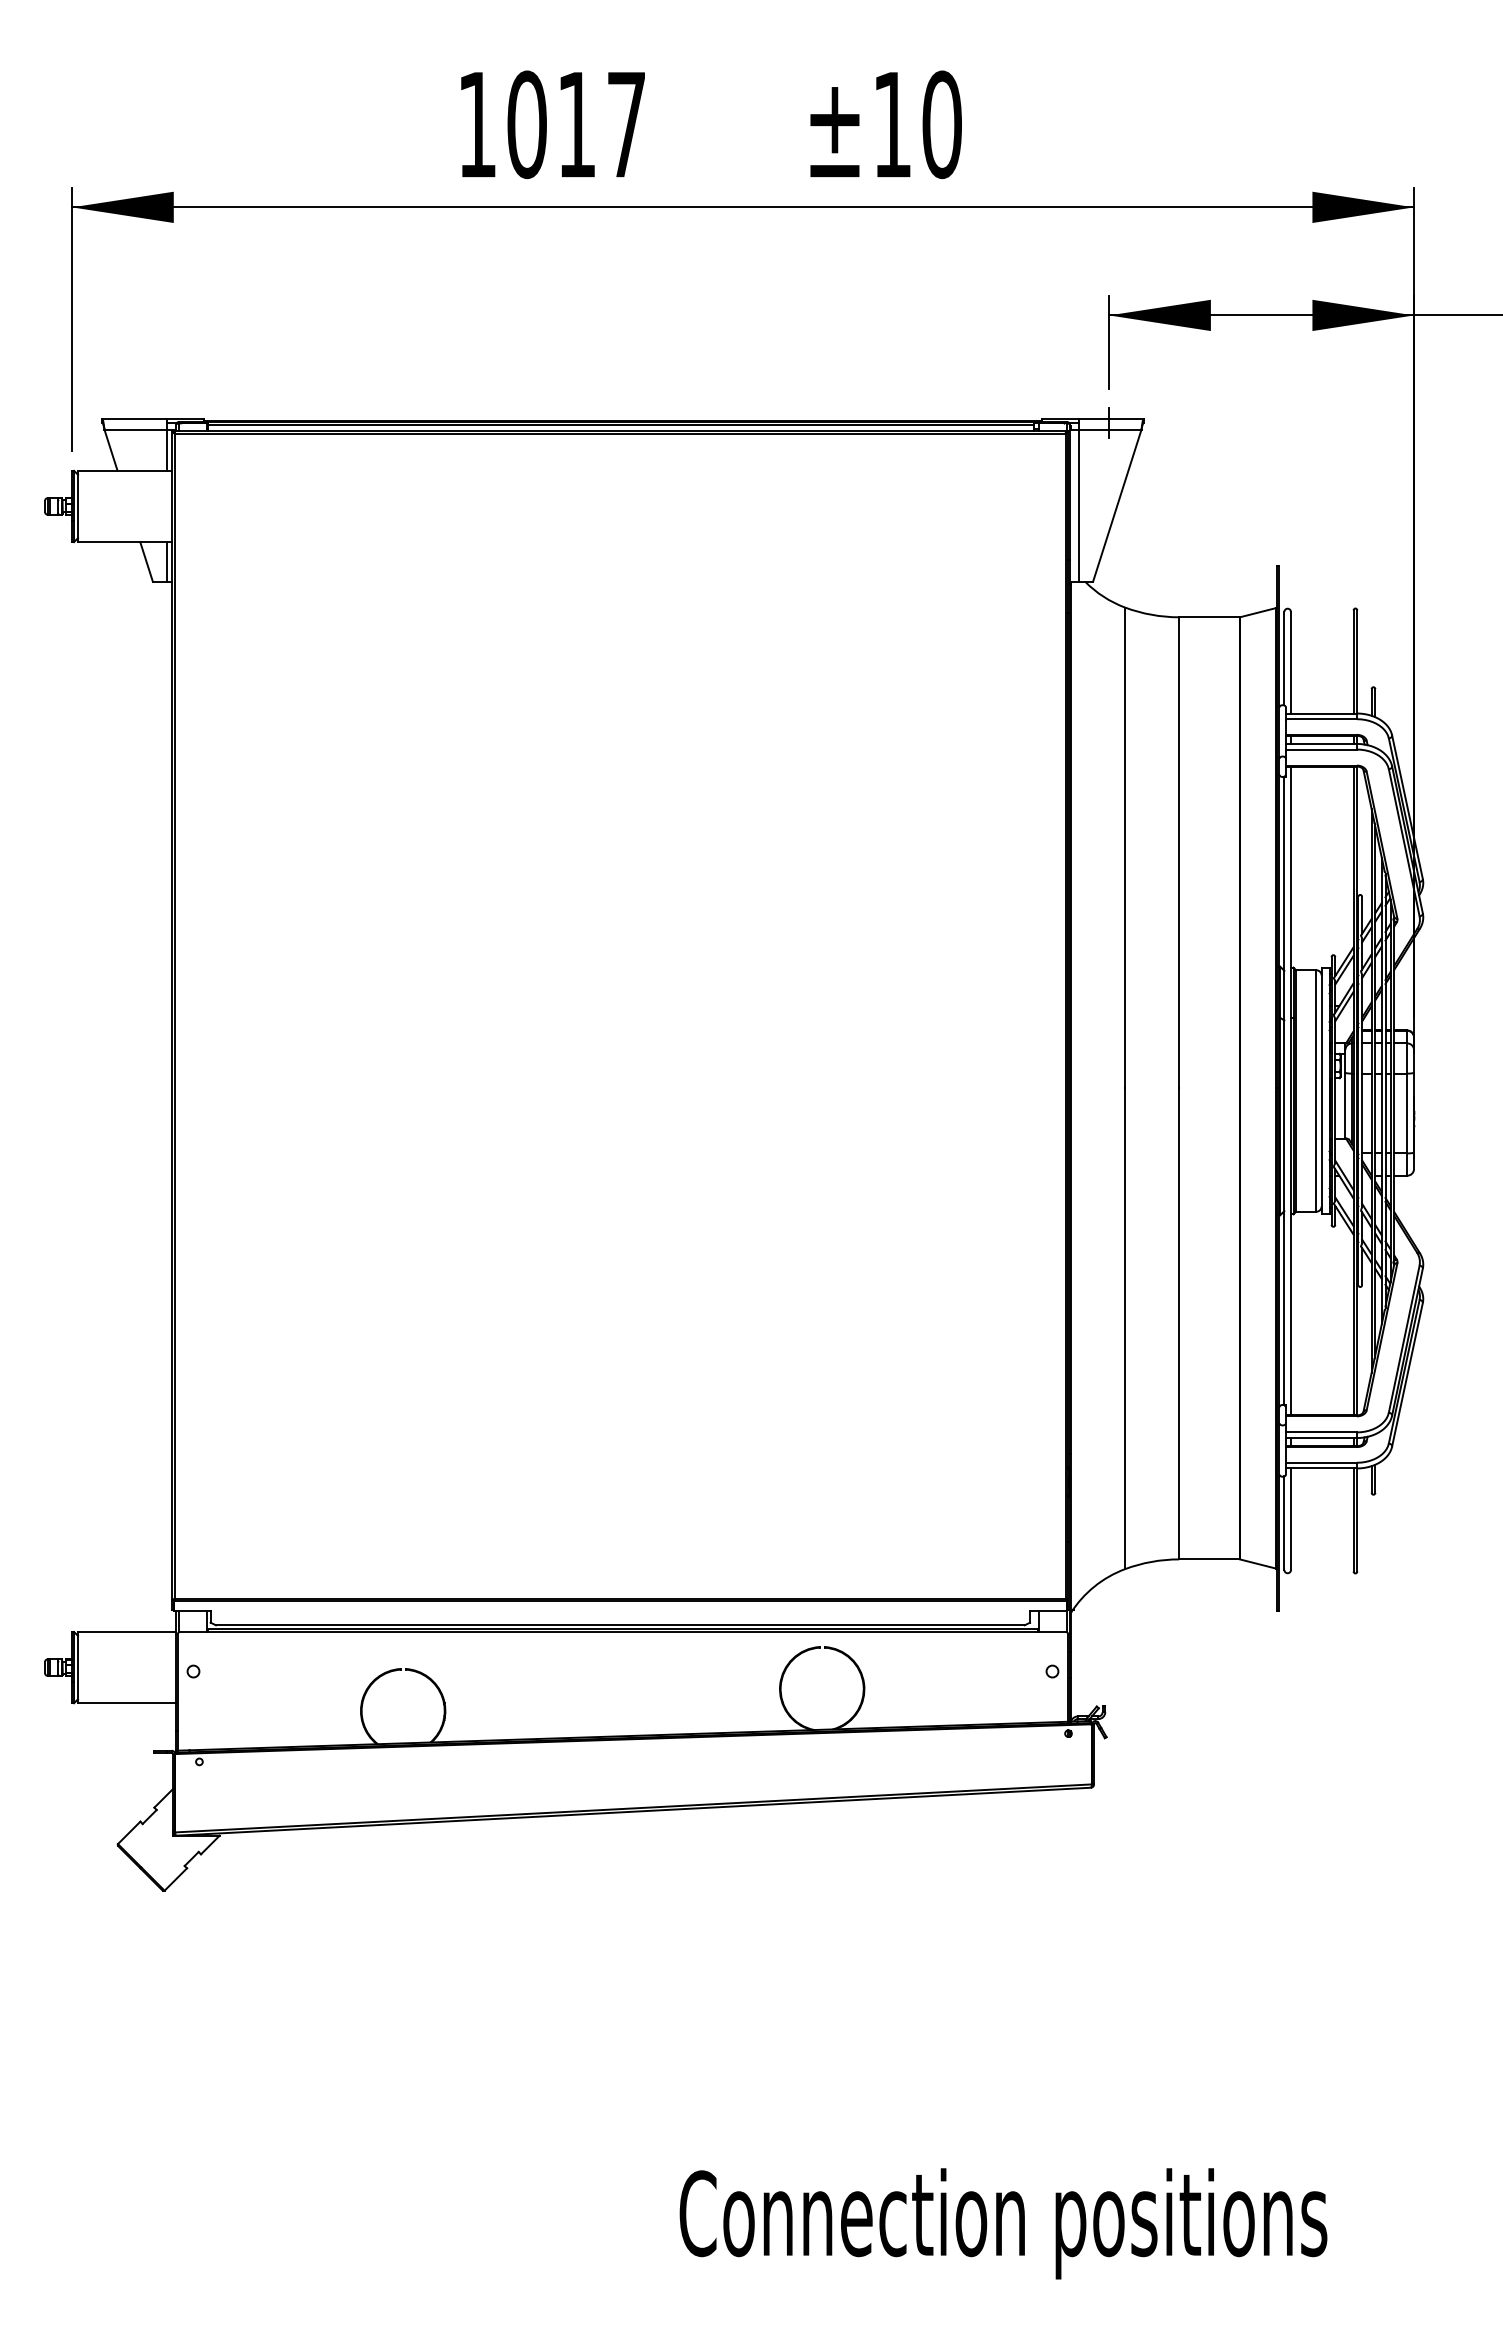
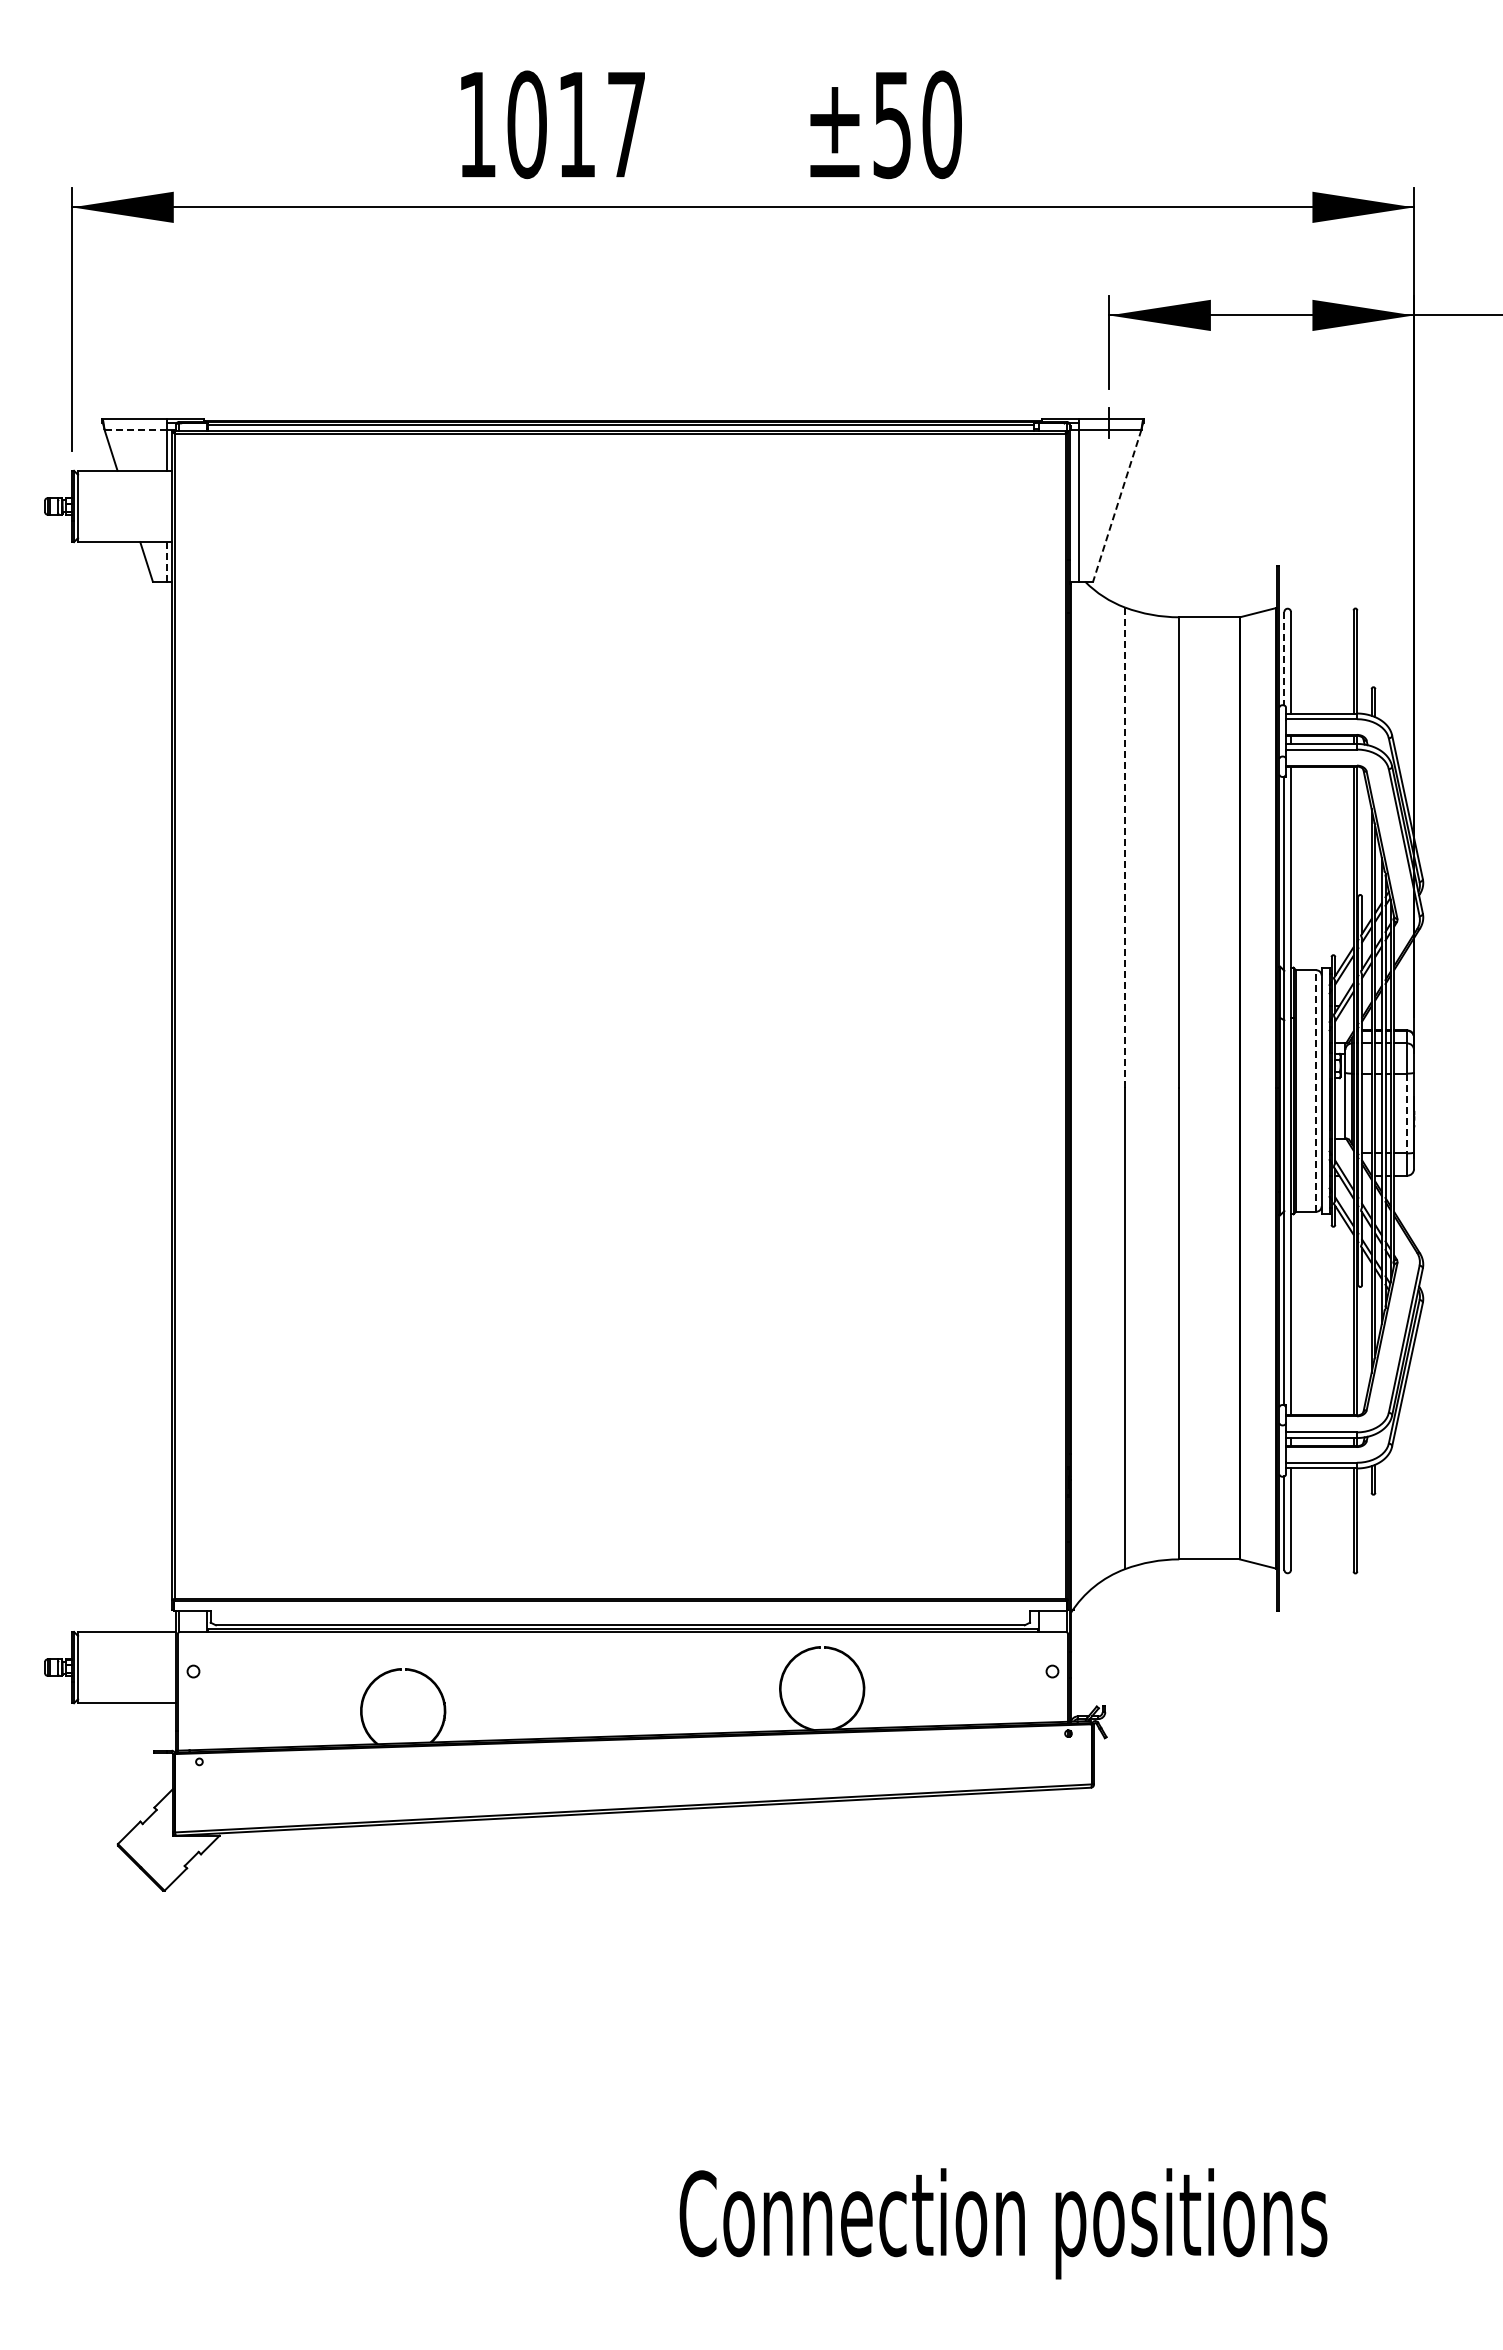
text at (891, 125): ±10 -> ±50
line at (135, 429): solid -> dashed
line at (1117, 505): solid -> dashed
line at (167, 561): solid -> dashed
line at (1284, 658): solid -> dashed
line at (1125, 847): solid -> dashed
line at (1316, 1090): solid -> dashed
line at (1407, 1113): solid -> dashed
